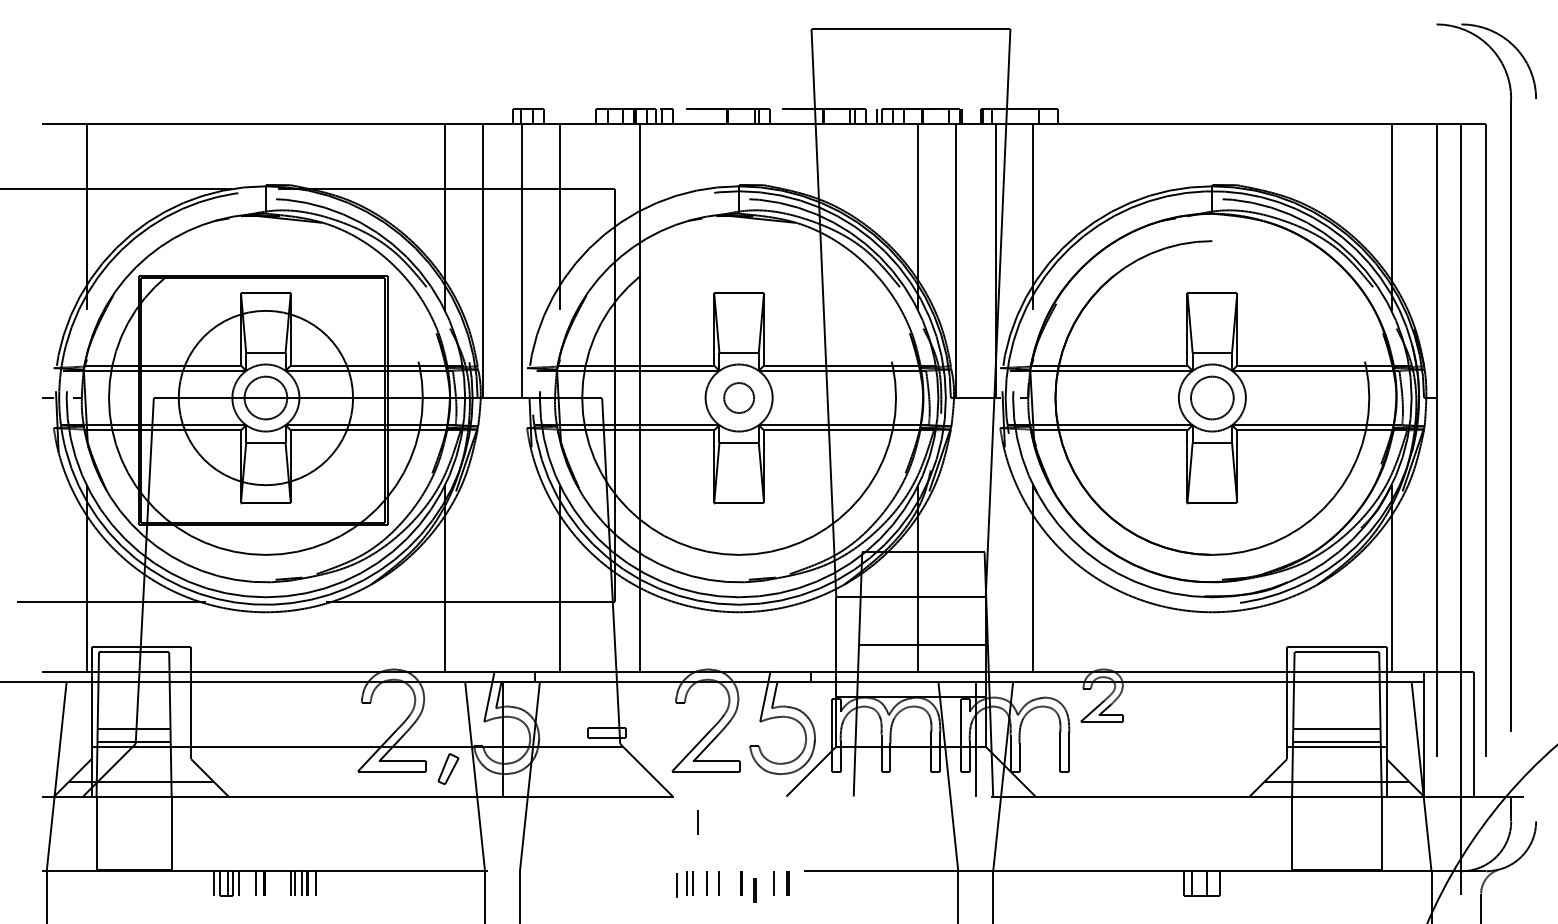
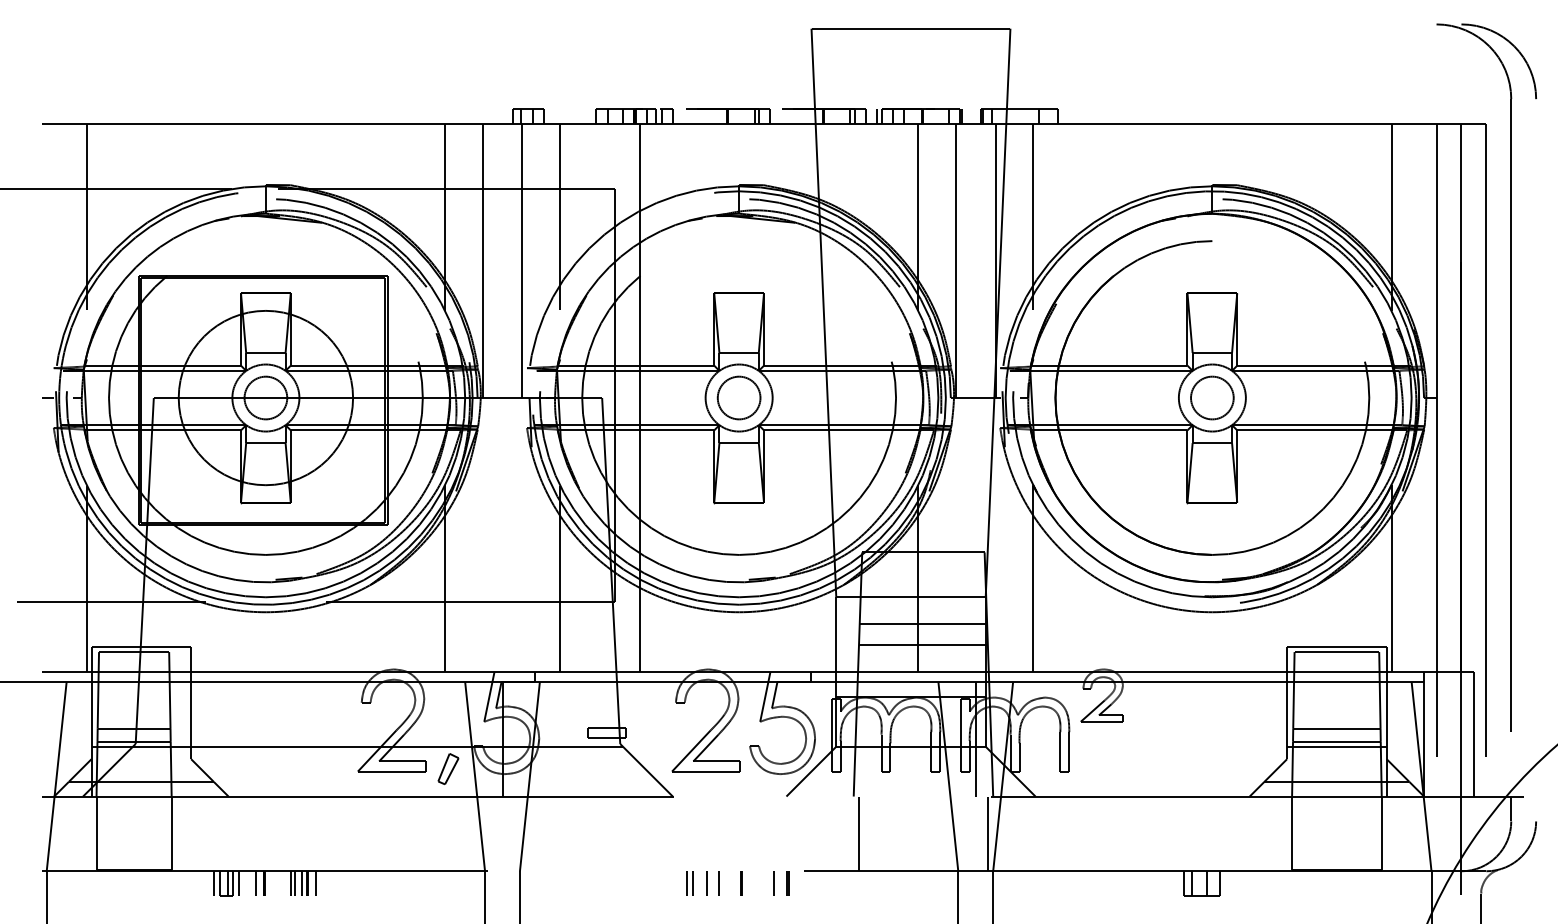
circle at (739, 397) diameter: 30 px -> 43 px
line at (923, 623): none -> present
line at (697, 822): present -> none
line at (859, 833): none -> present
line at (987, 833): none -> present
line at (676, 885): present -> none
line at (754, 890): present -> none
